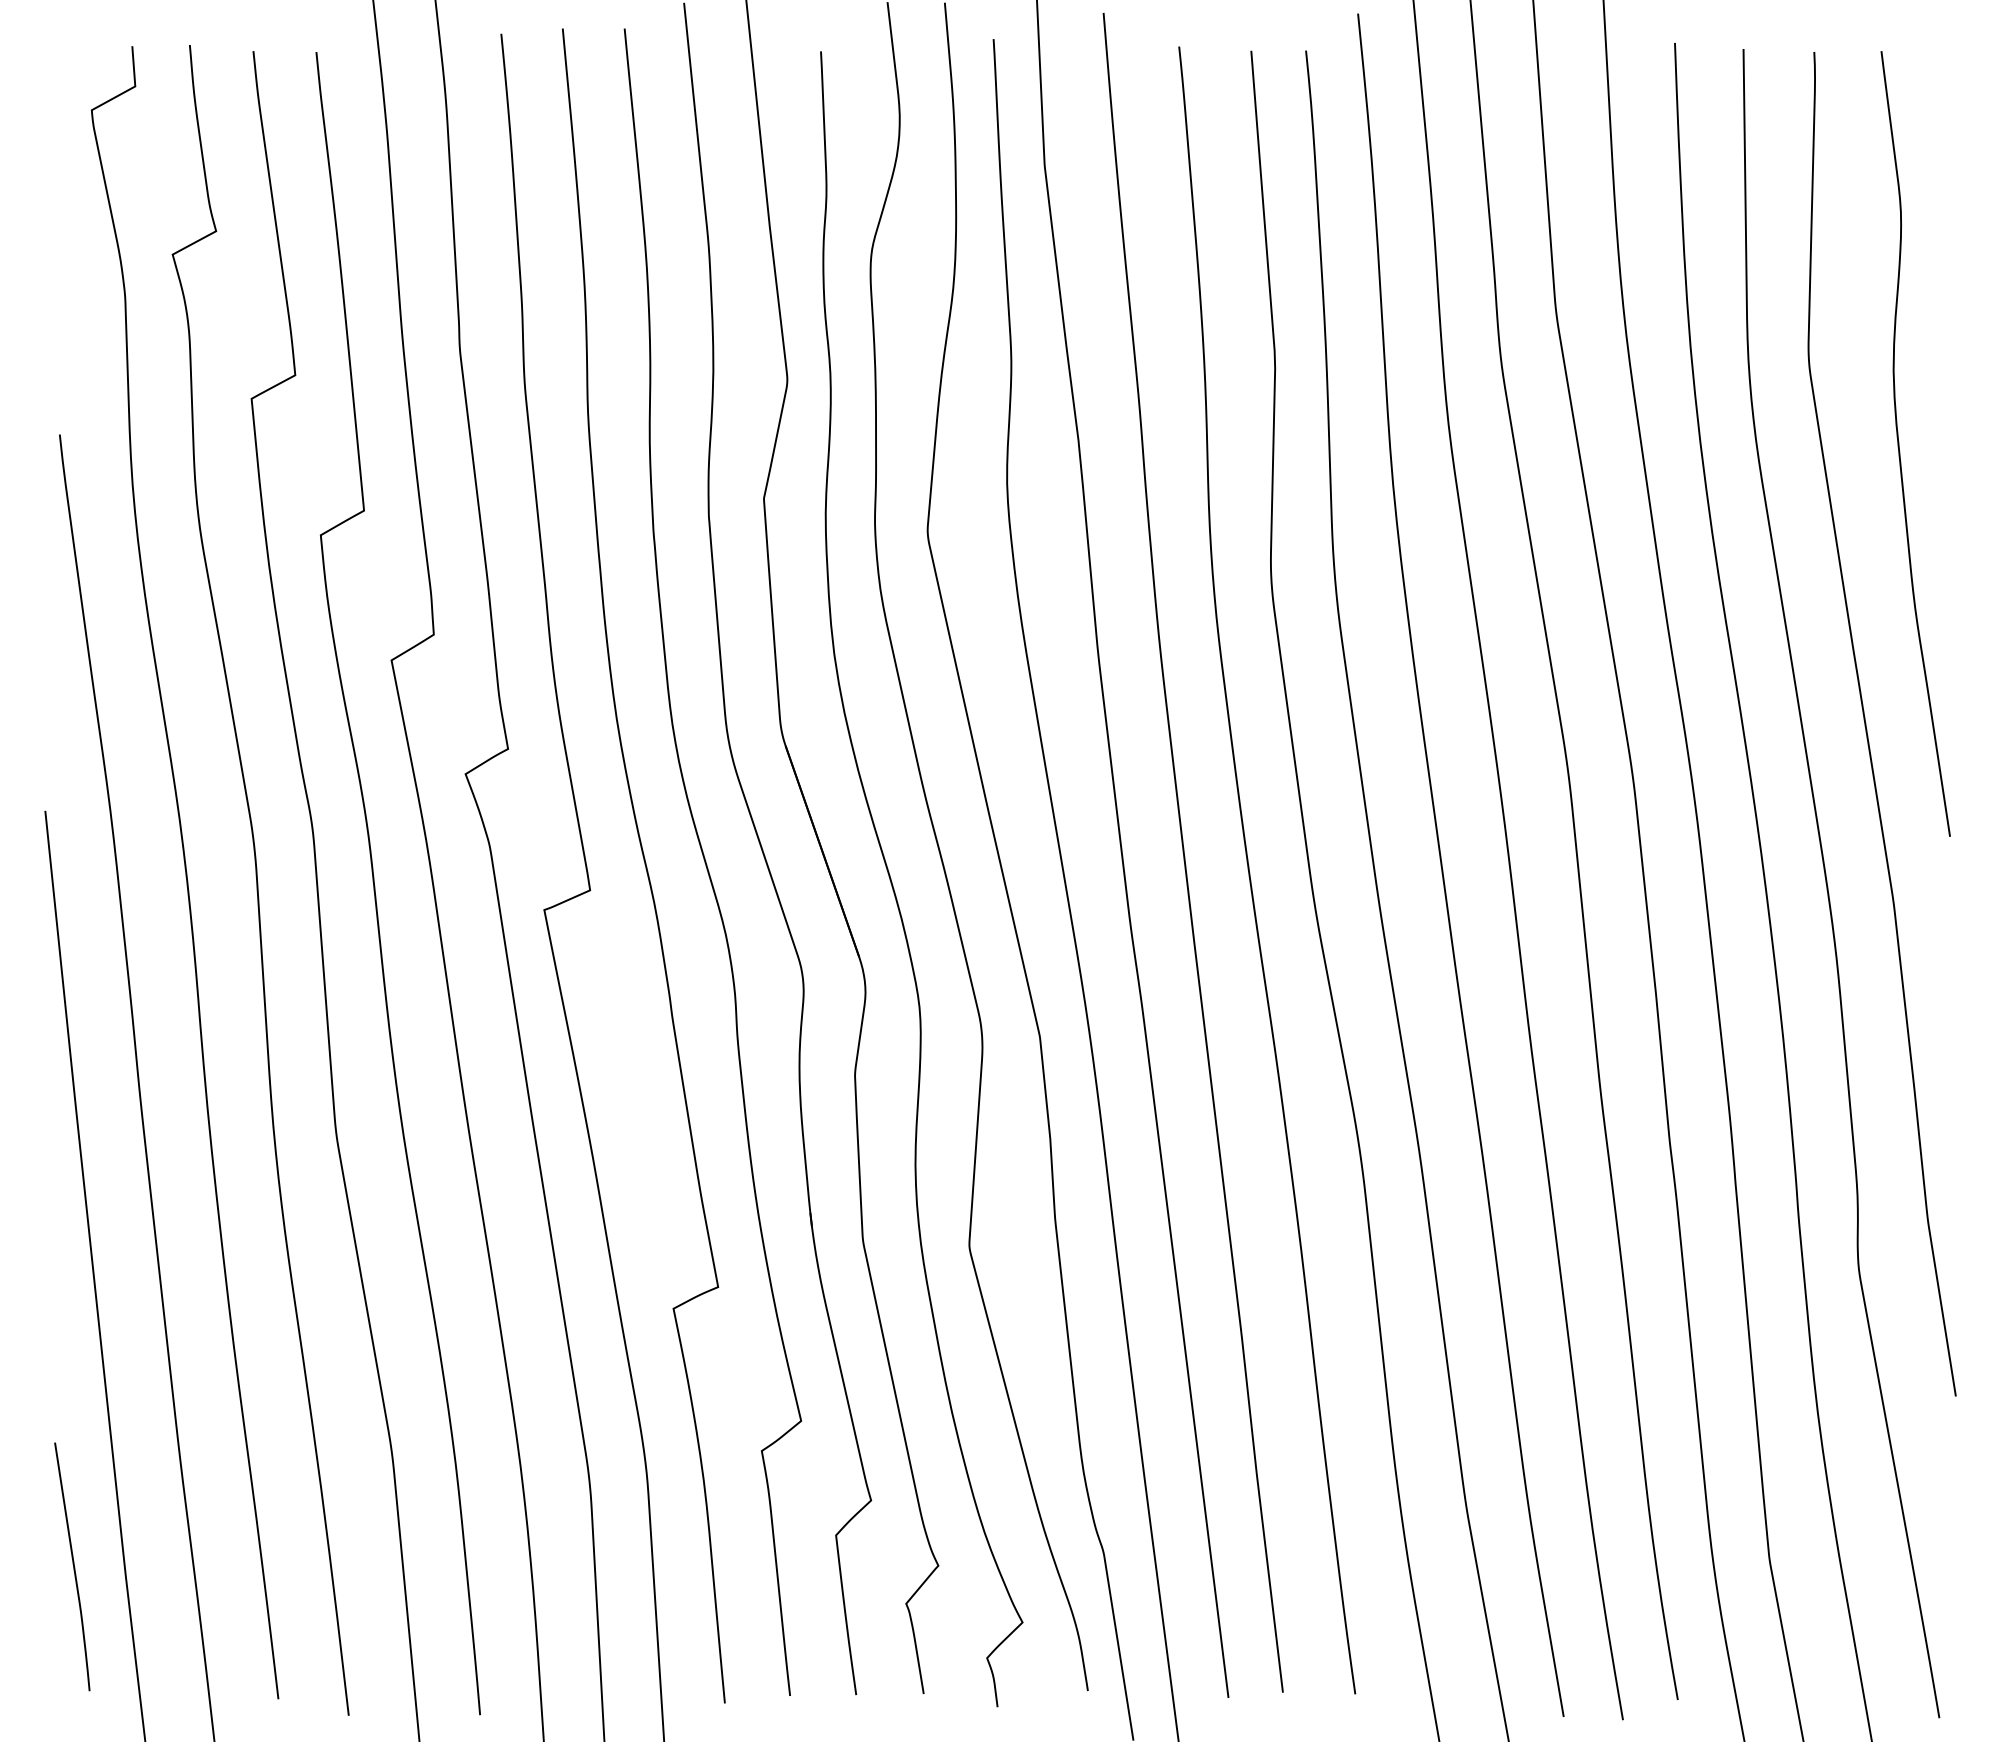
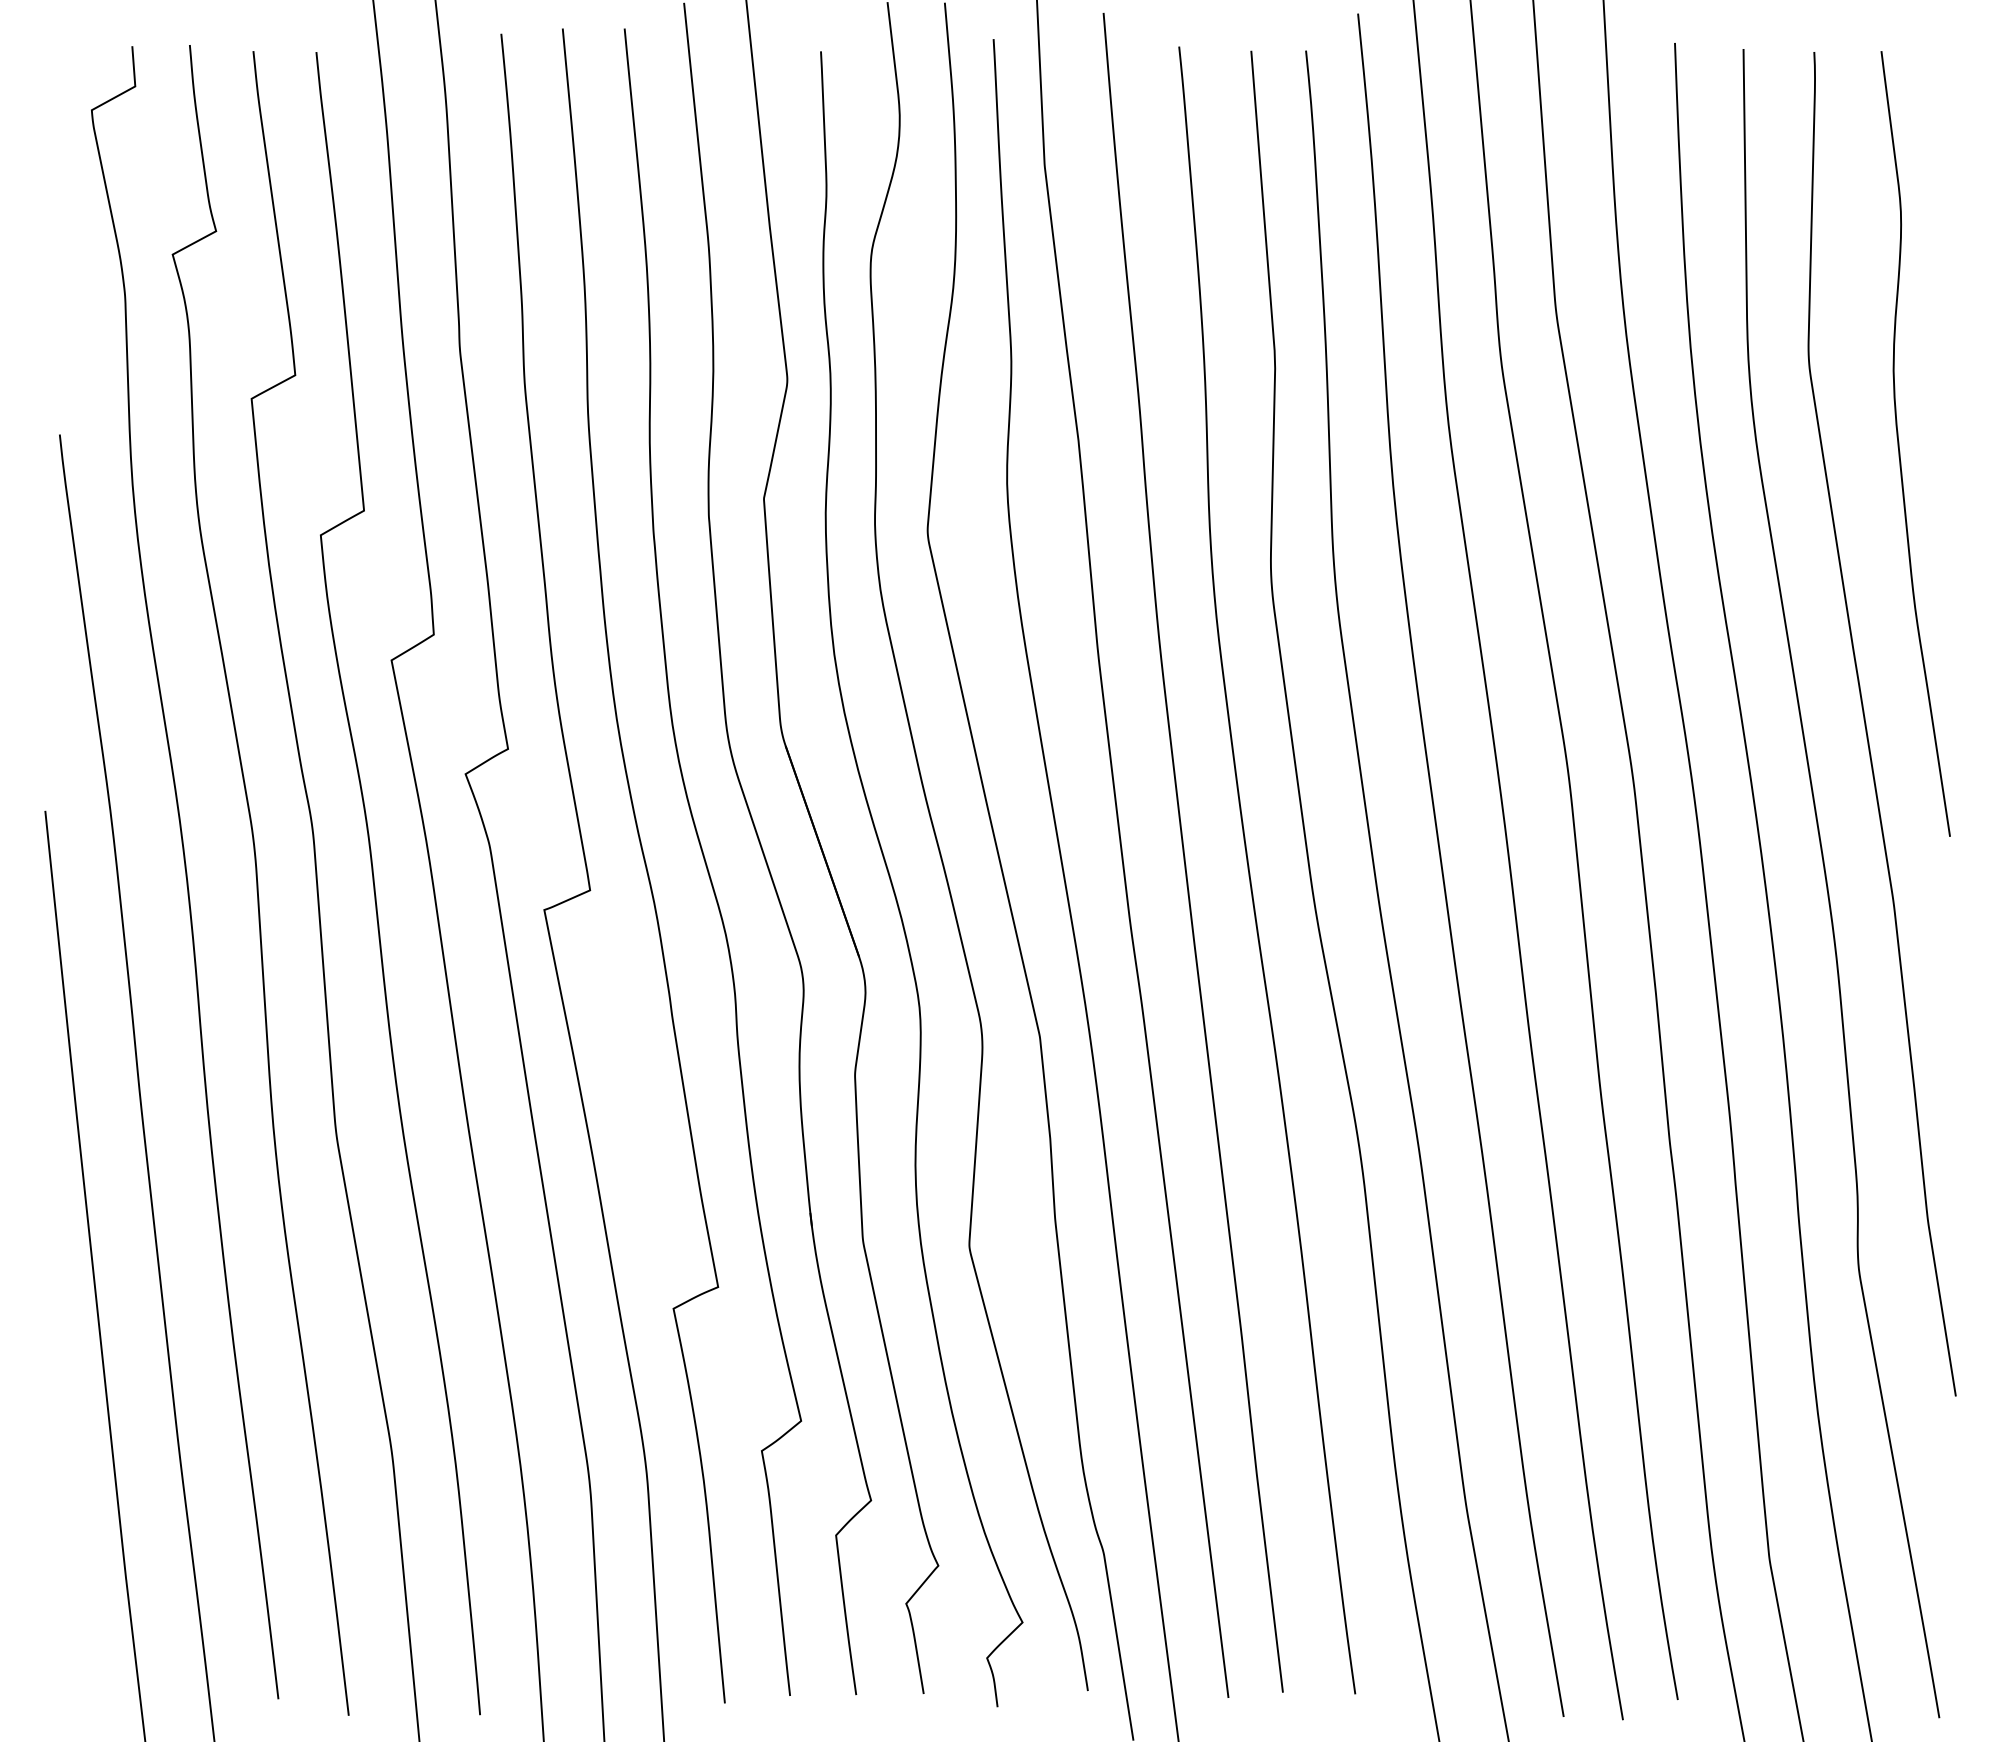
curve at (73, 1566): present -> none
